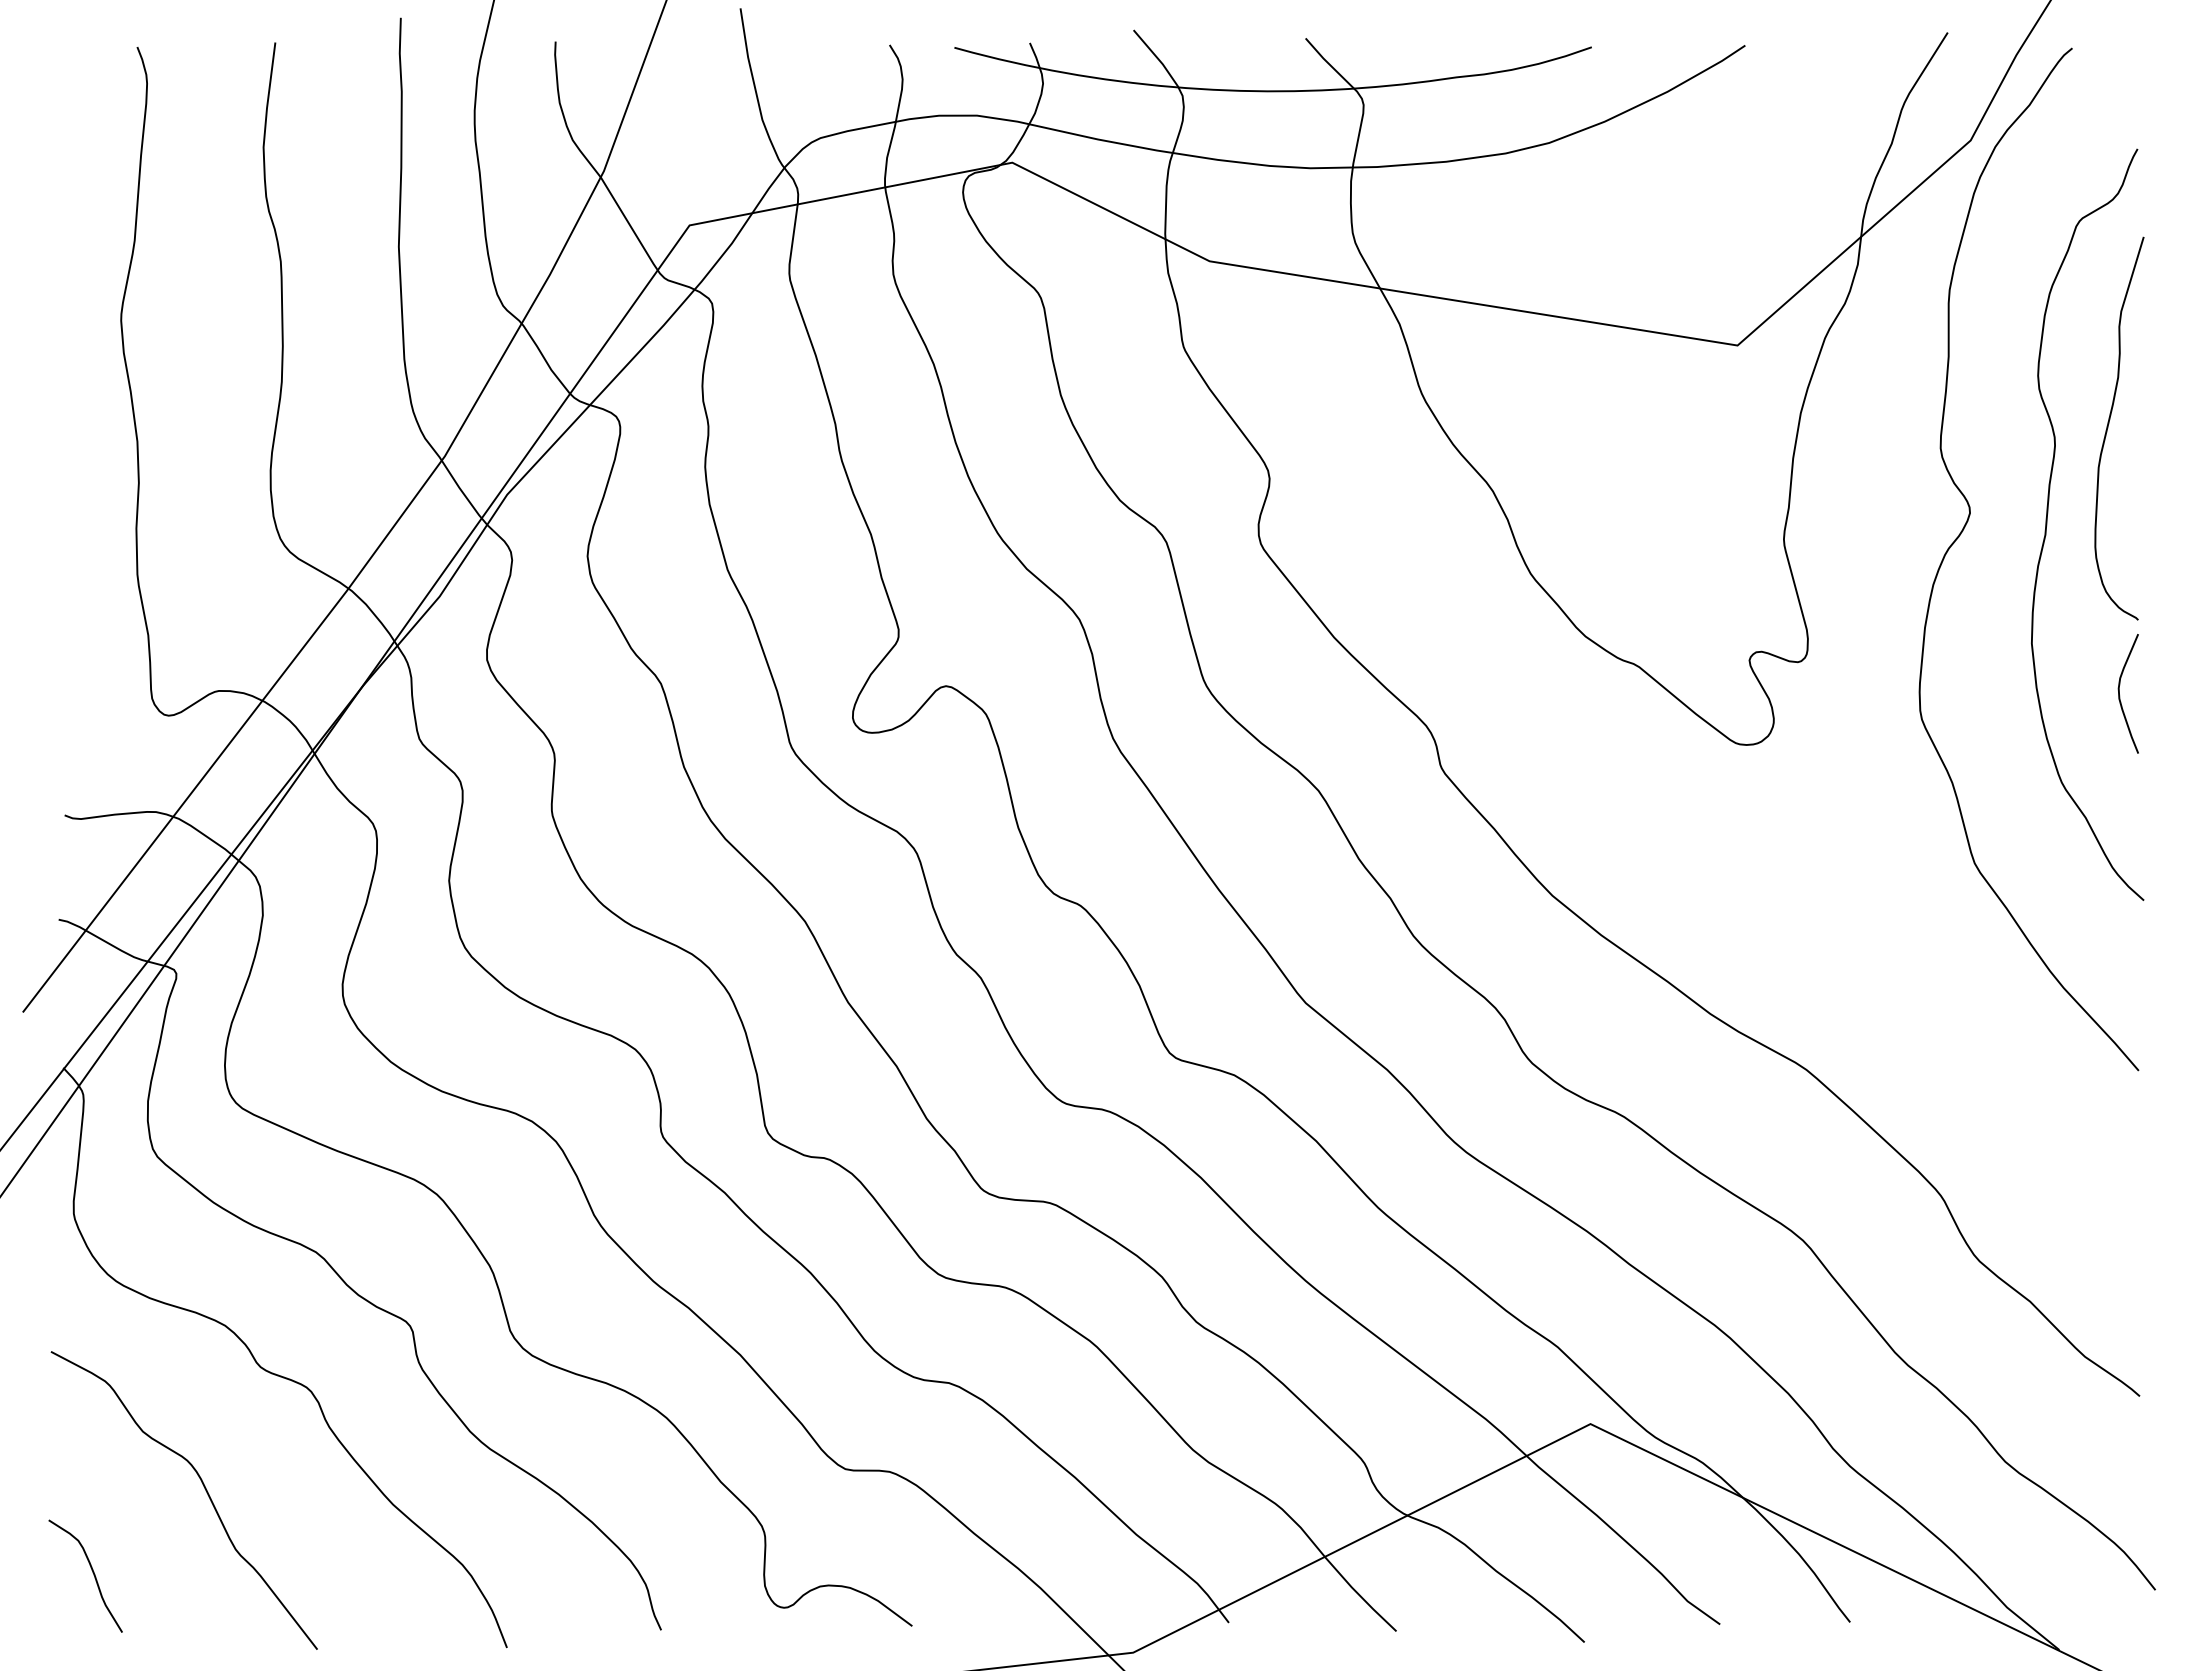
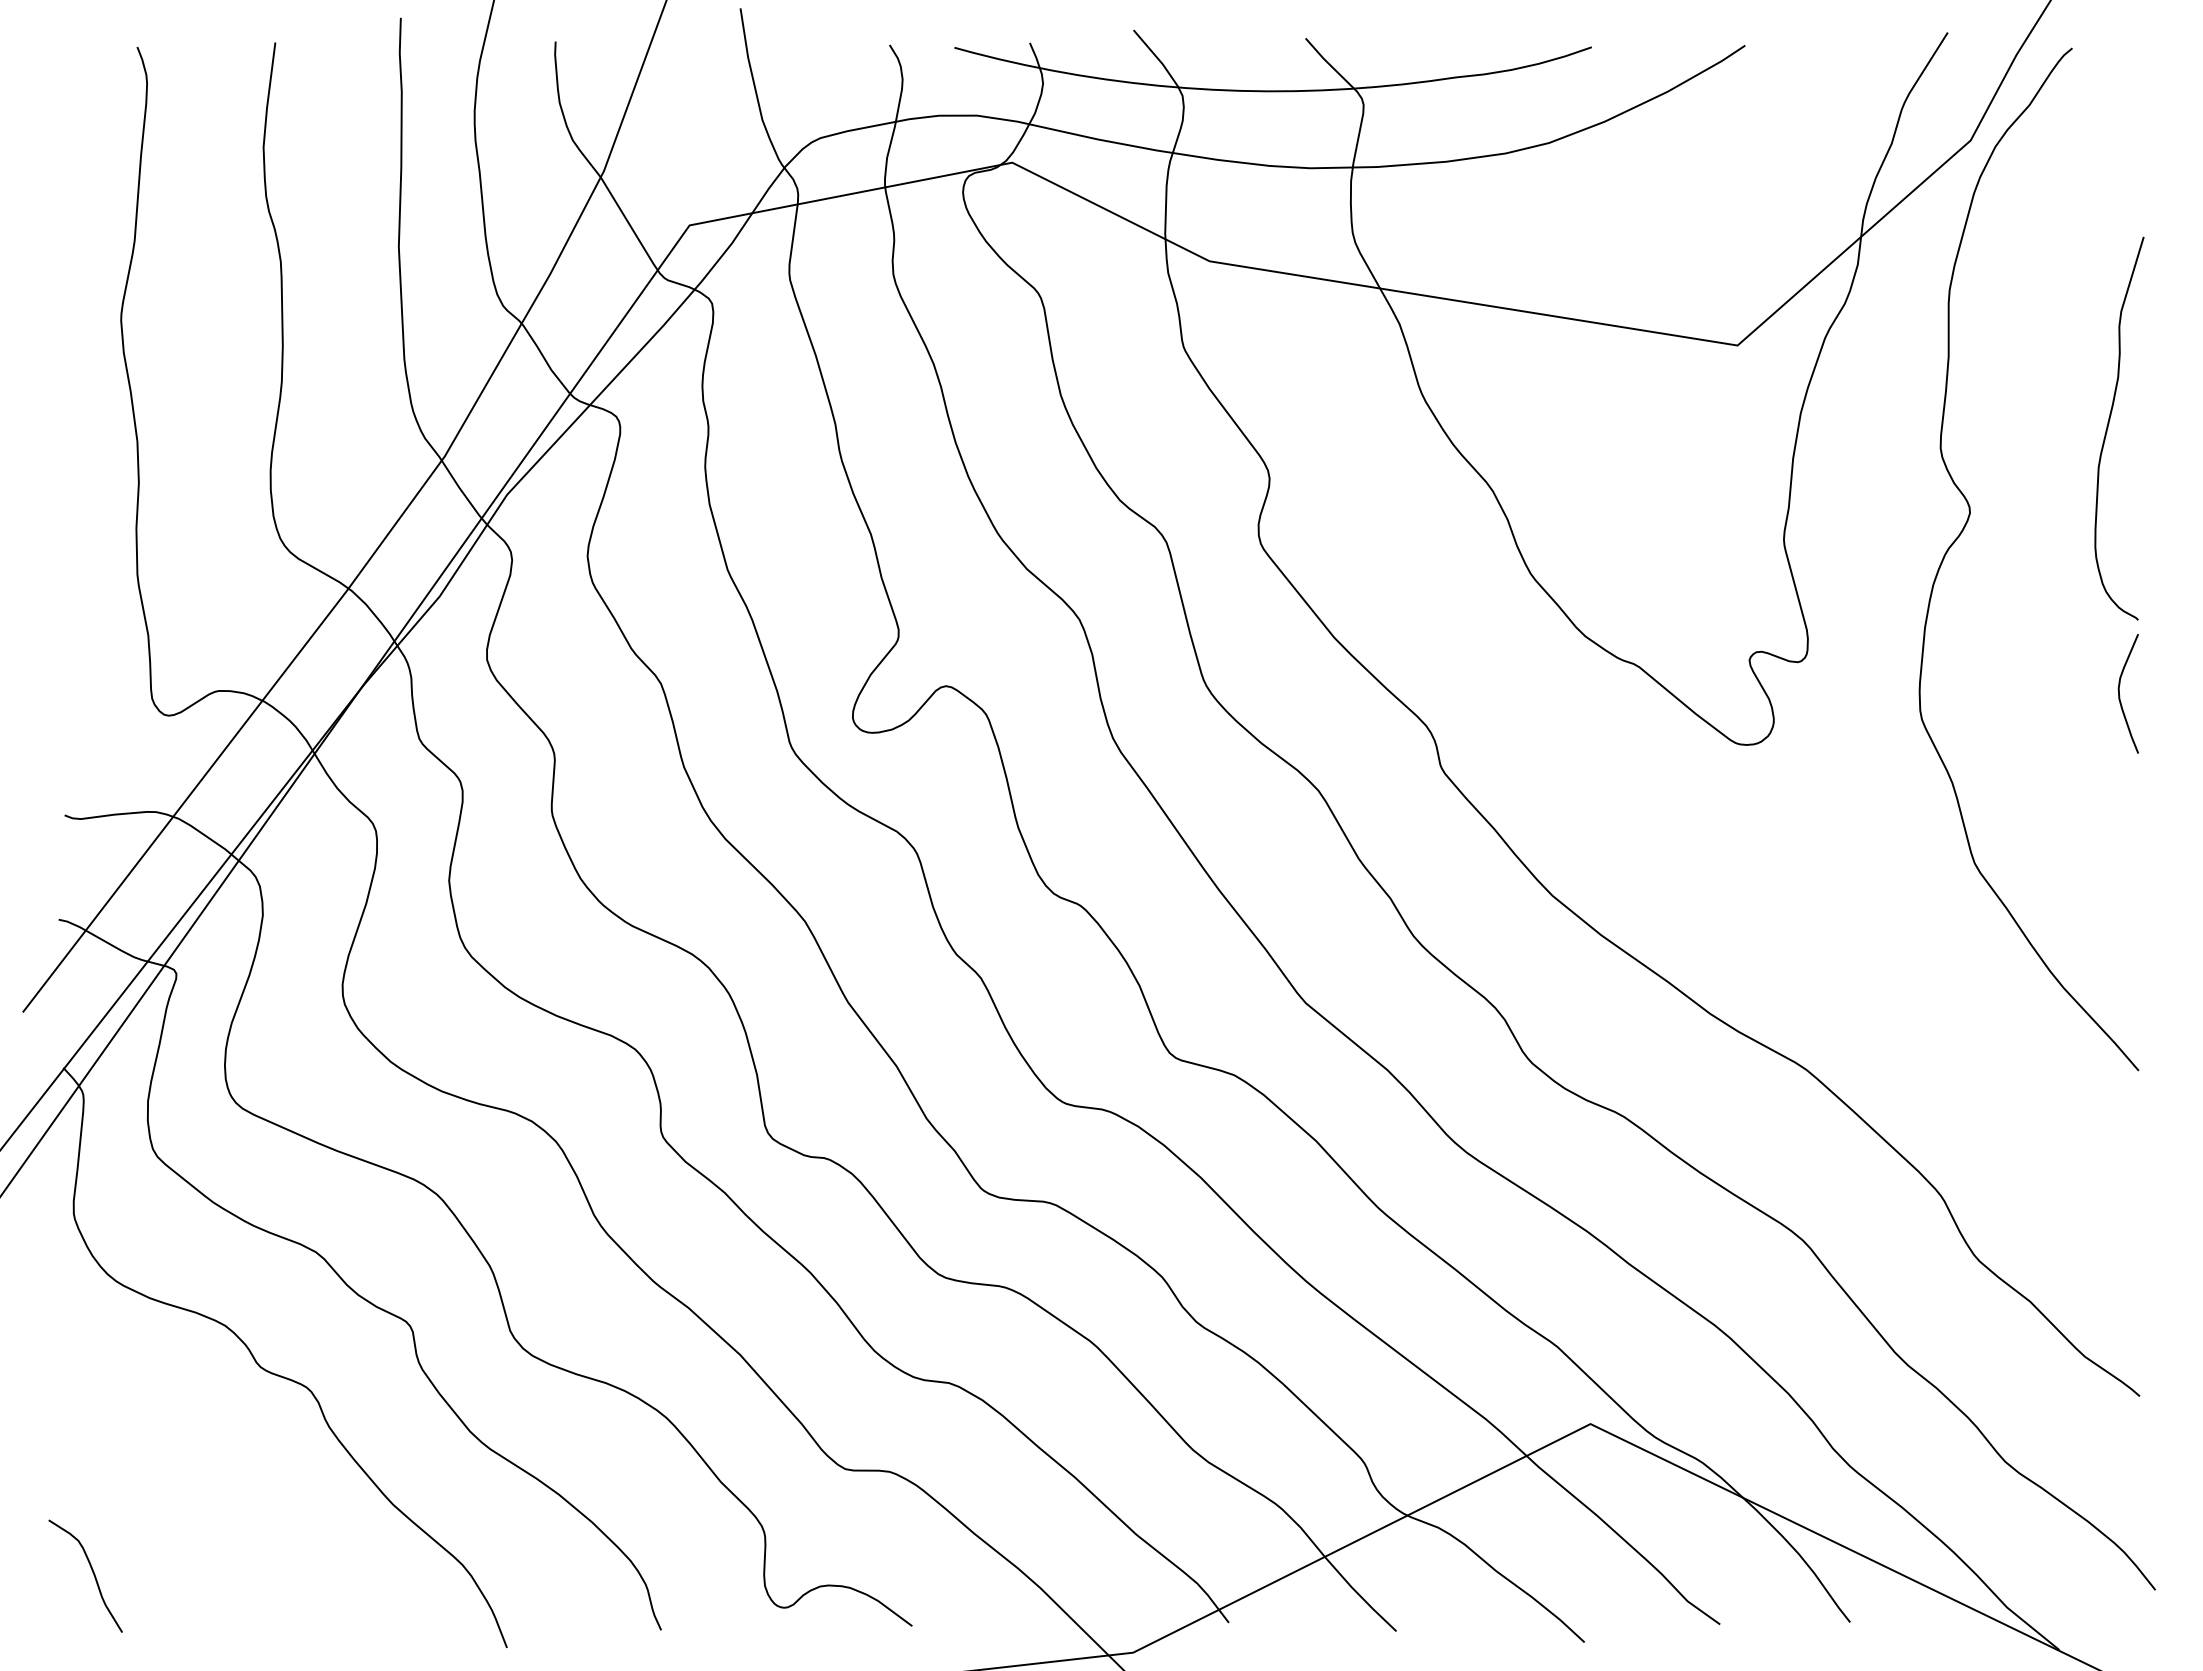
curve at (2047, 524): present -> none
curve at (205, 1491): present -> none
